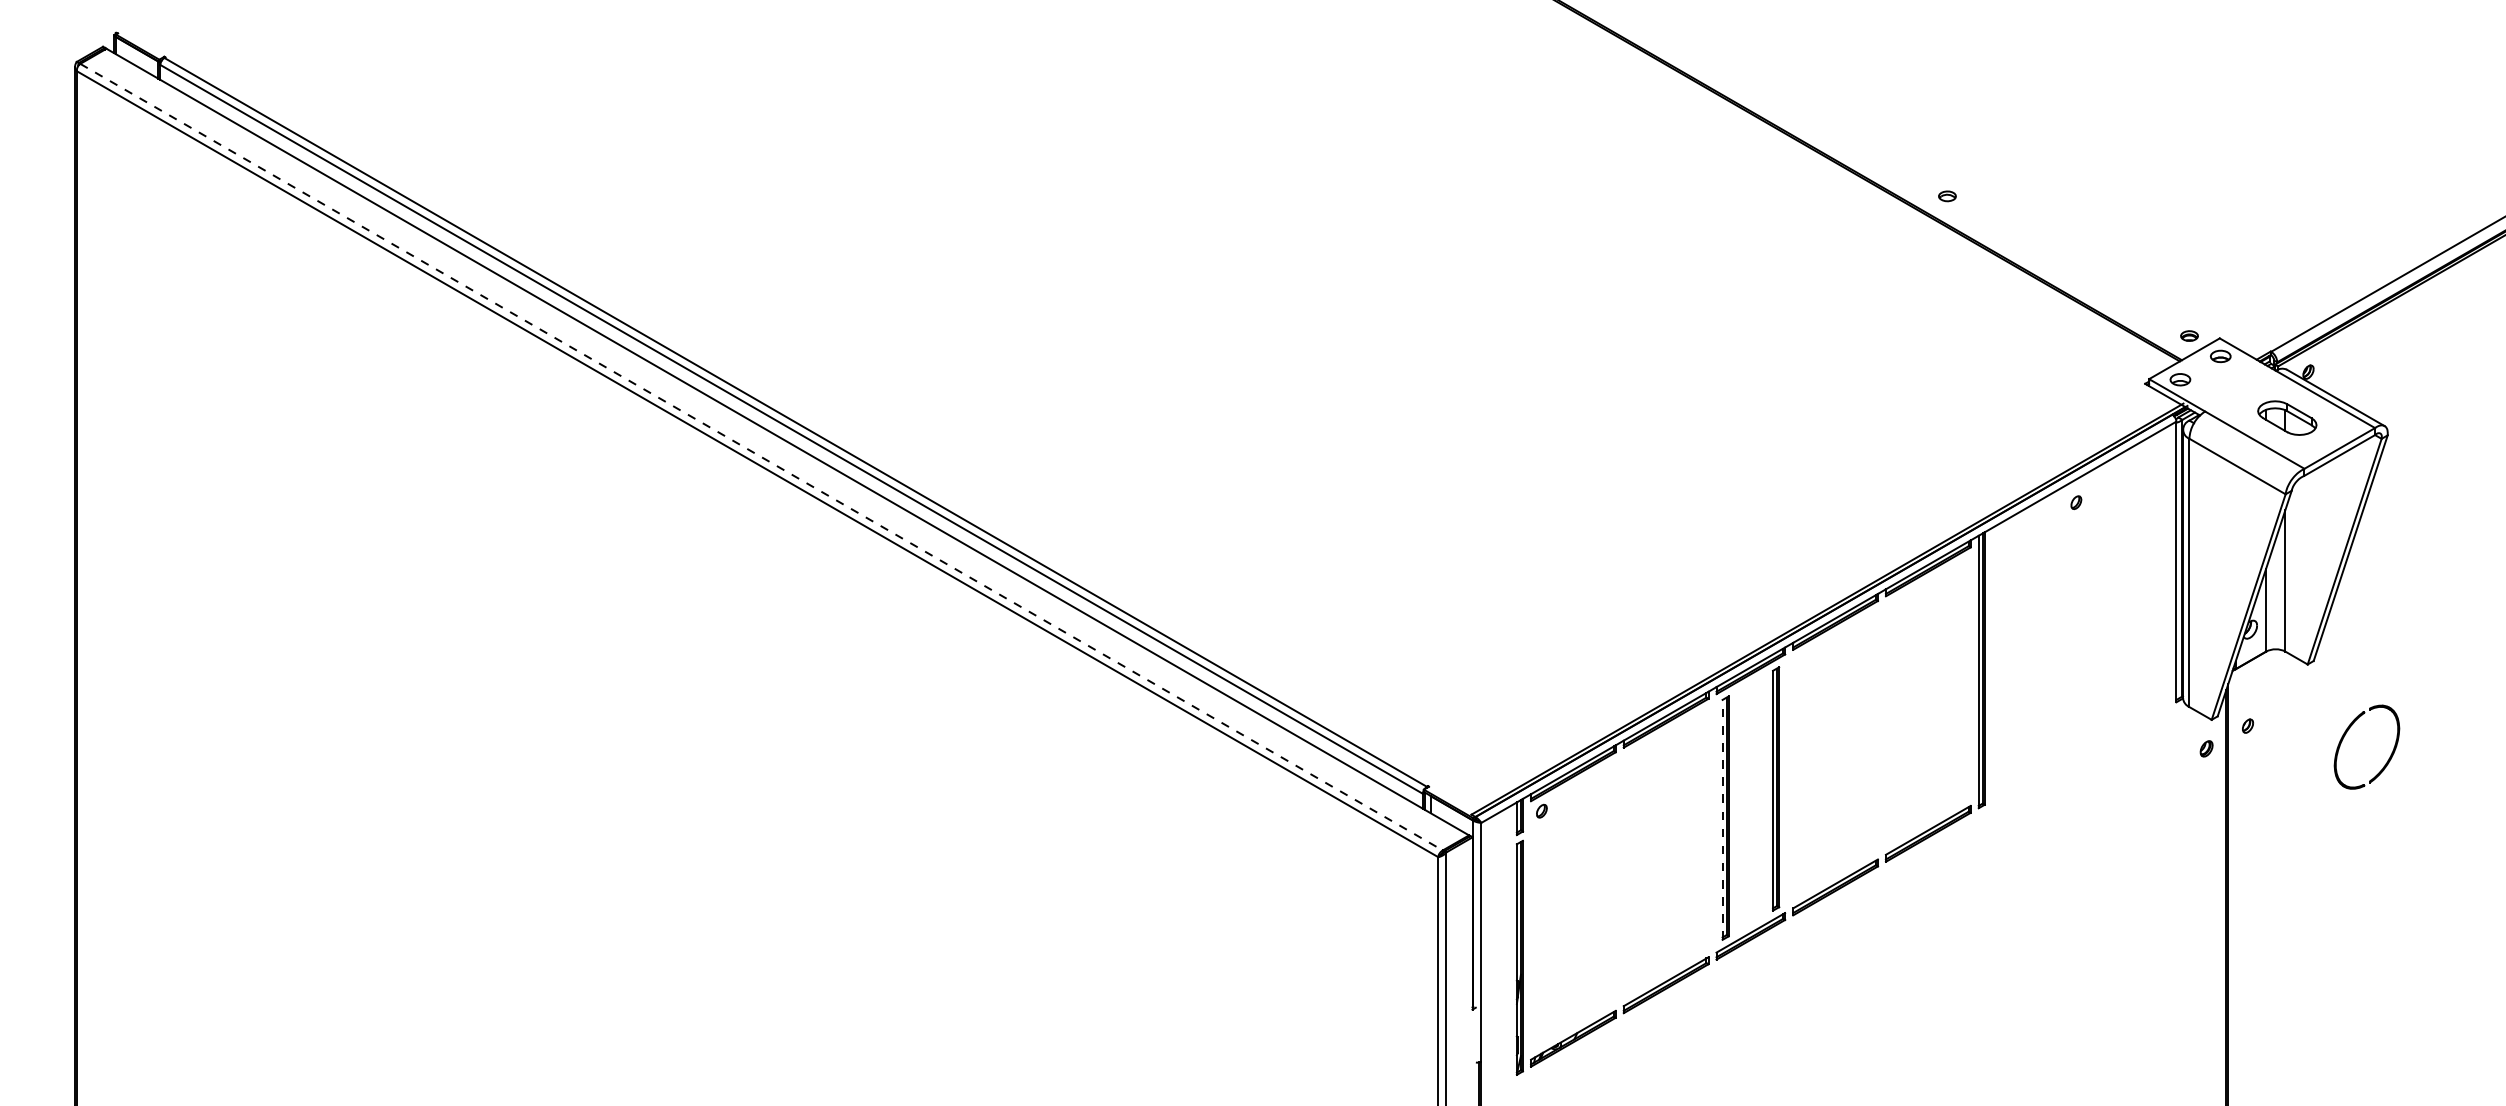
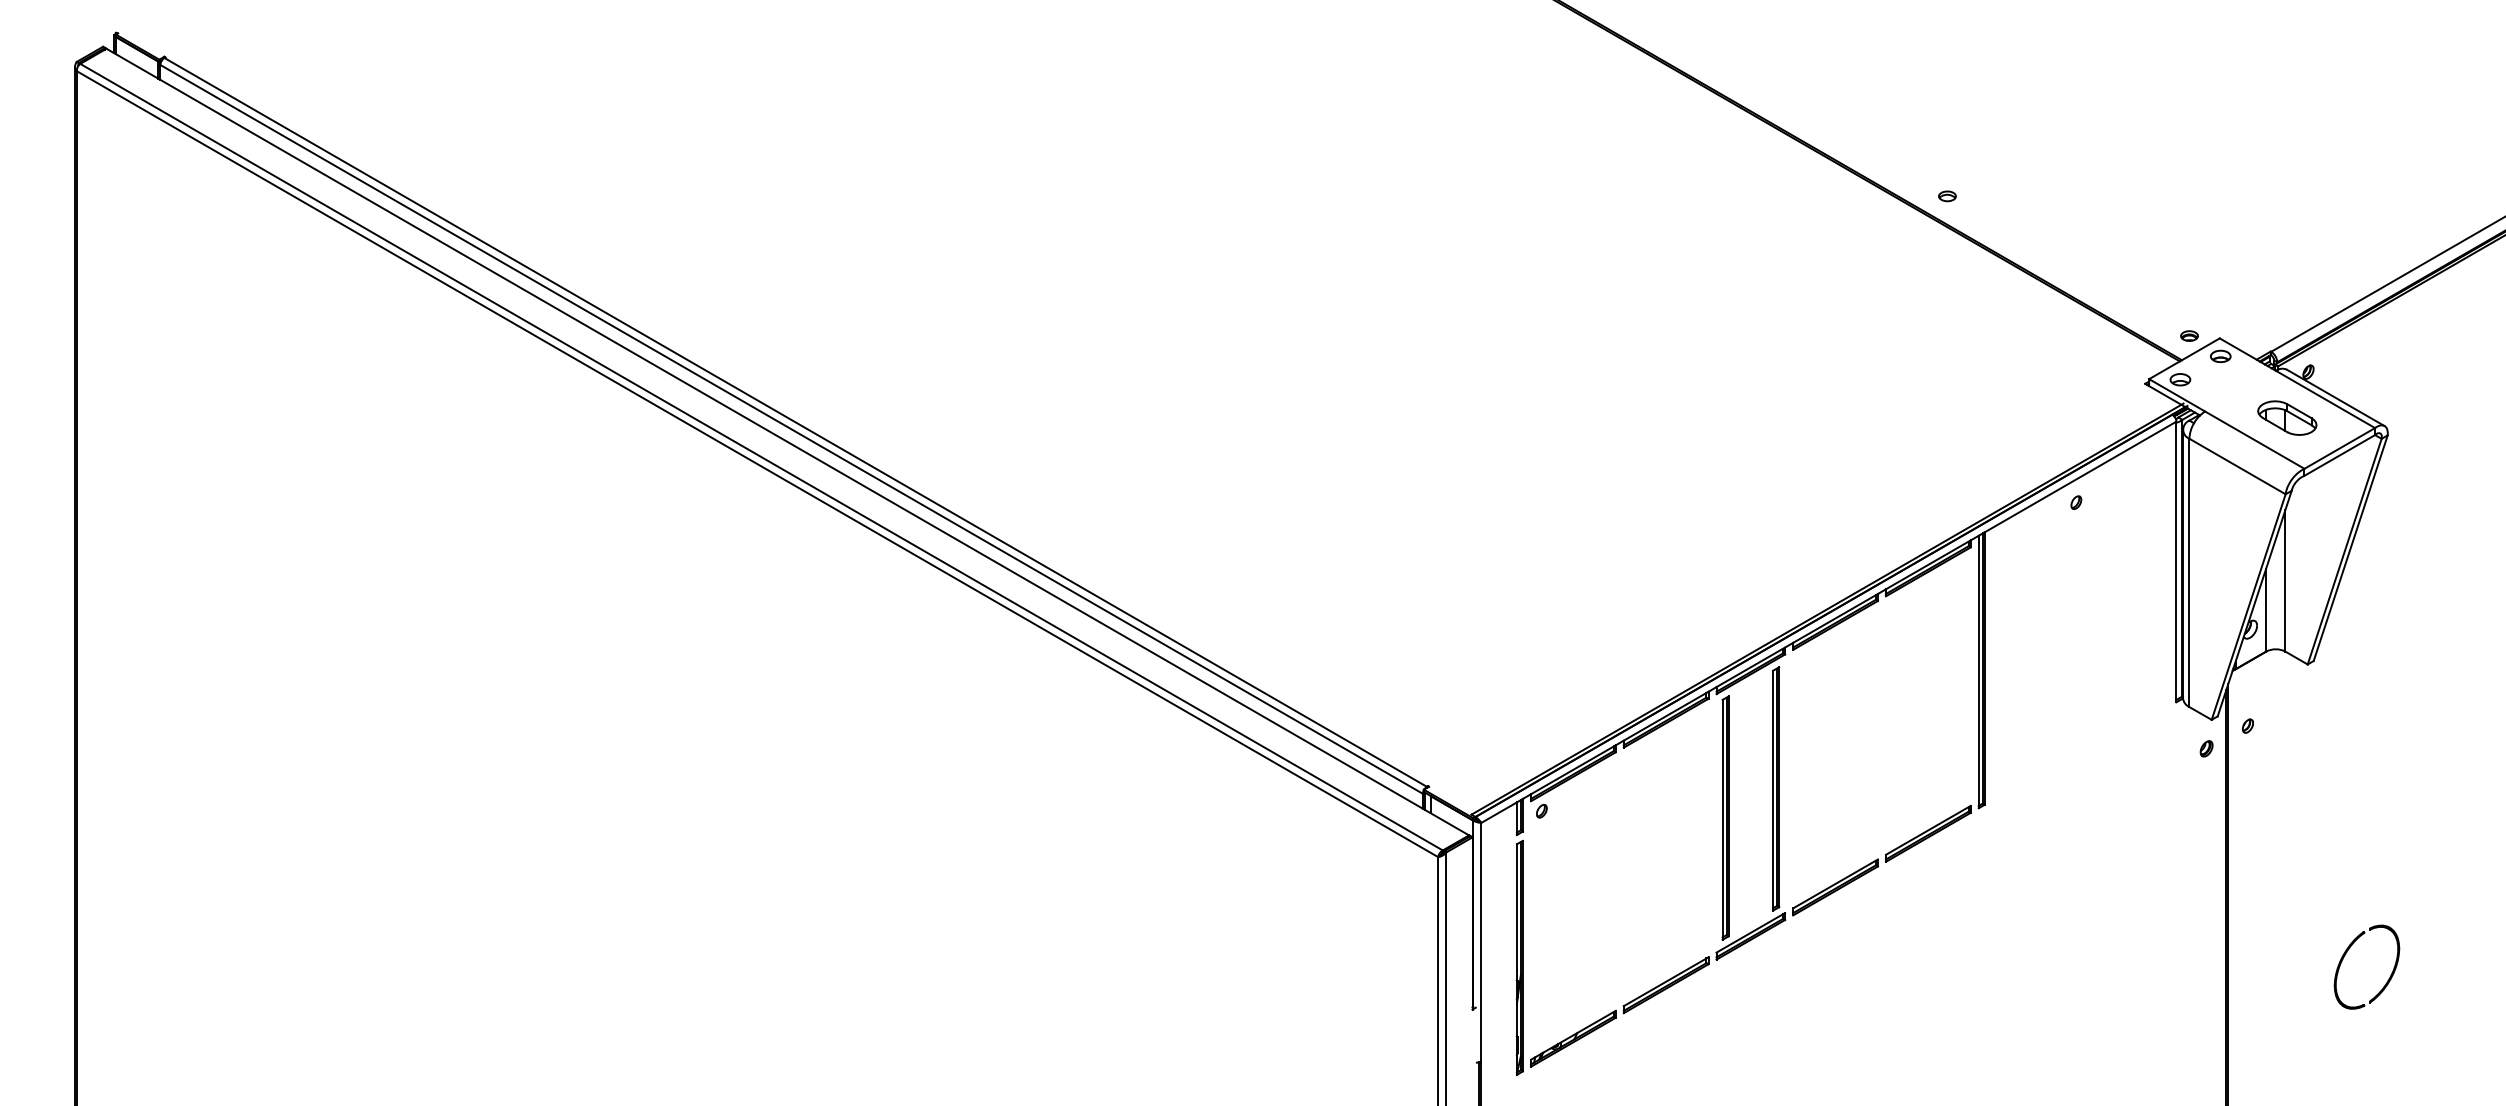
line at (761, 457): dashed -> solid
part at (2346, 734) position: (2346, 734) -> (2346, 954)
line at (1722, 819): dashed -> solid
